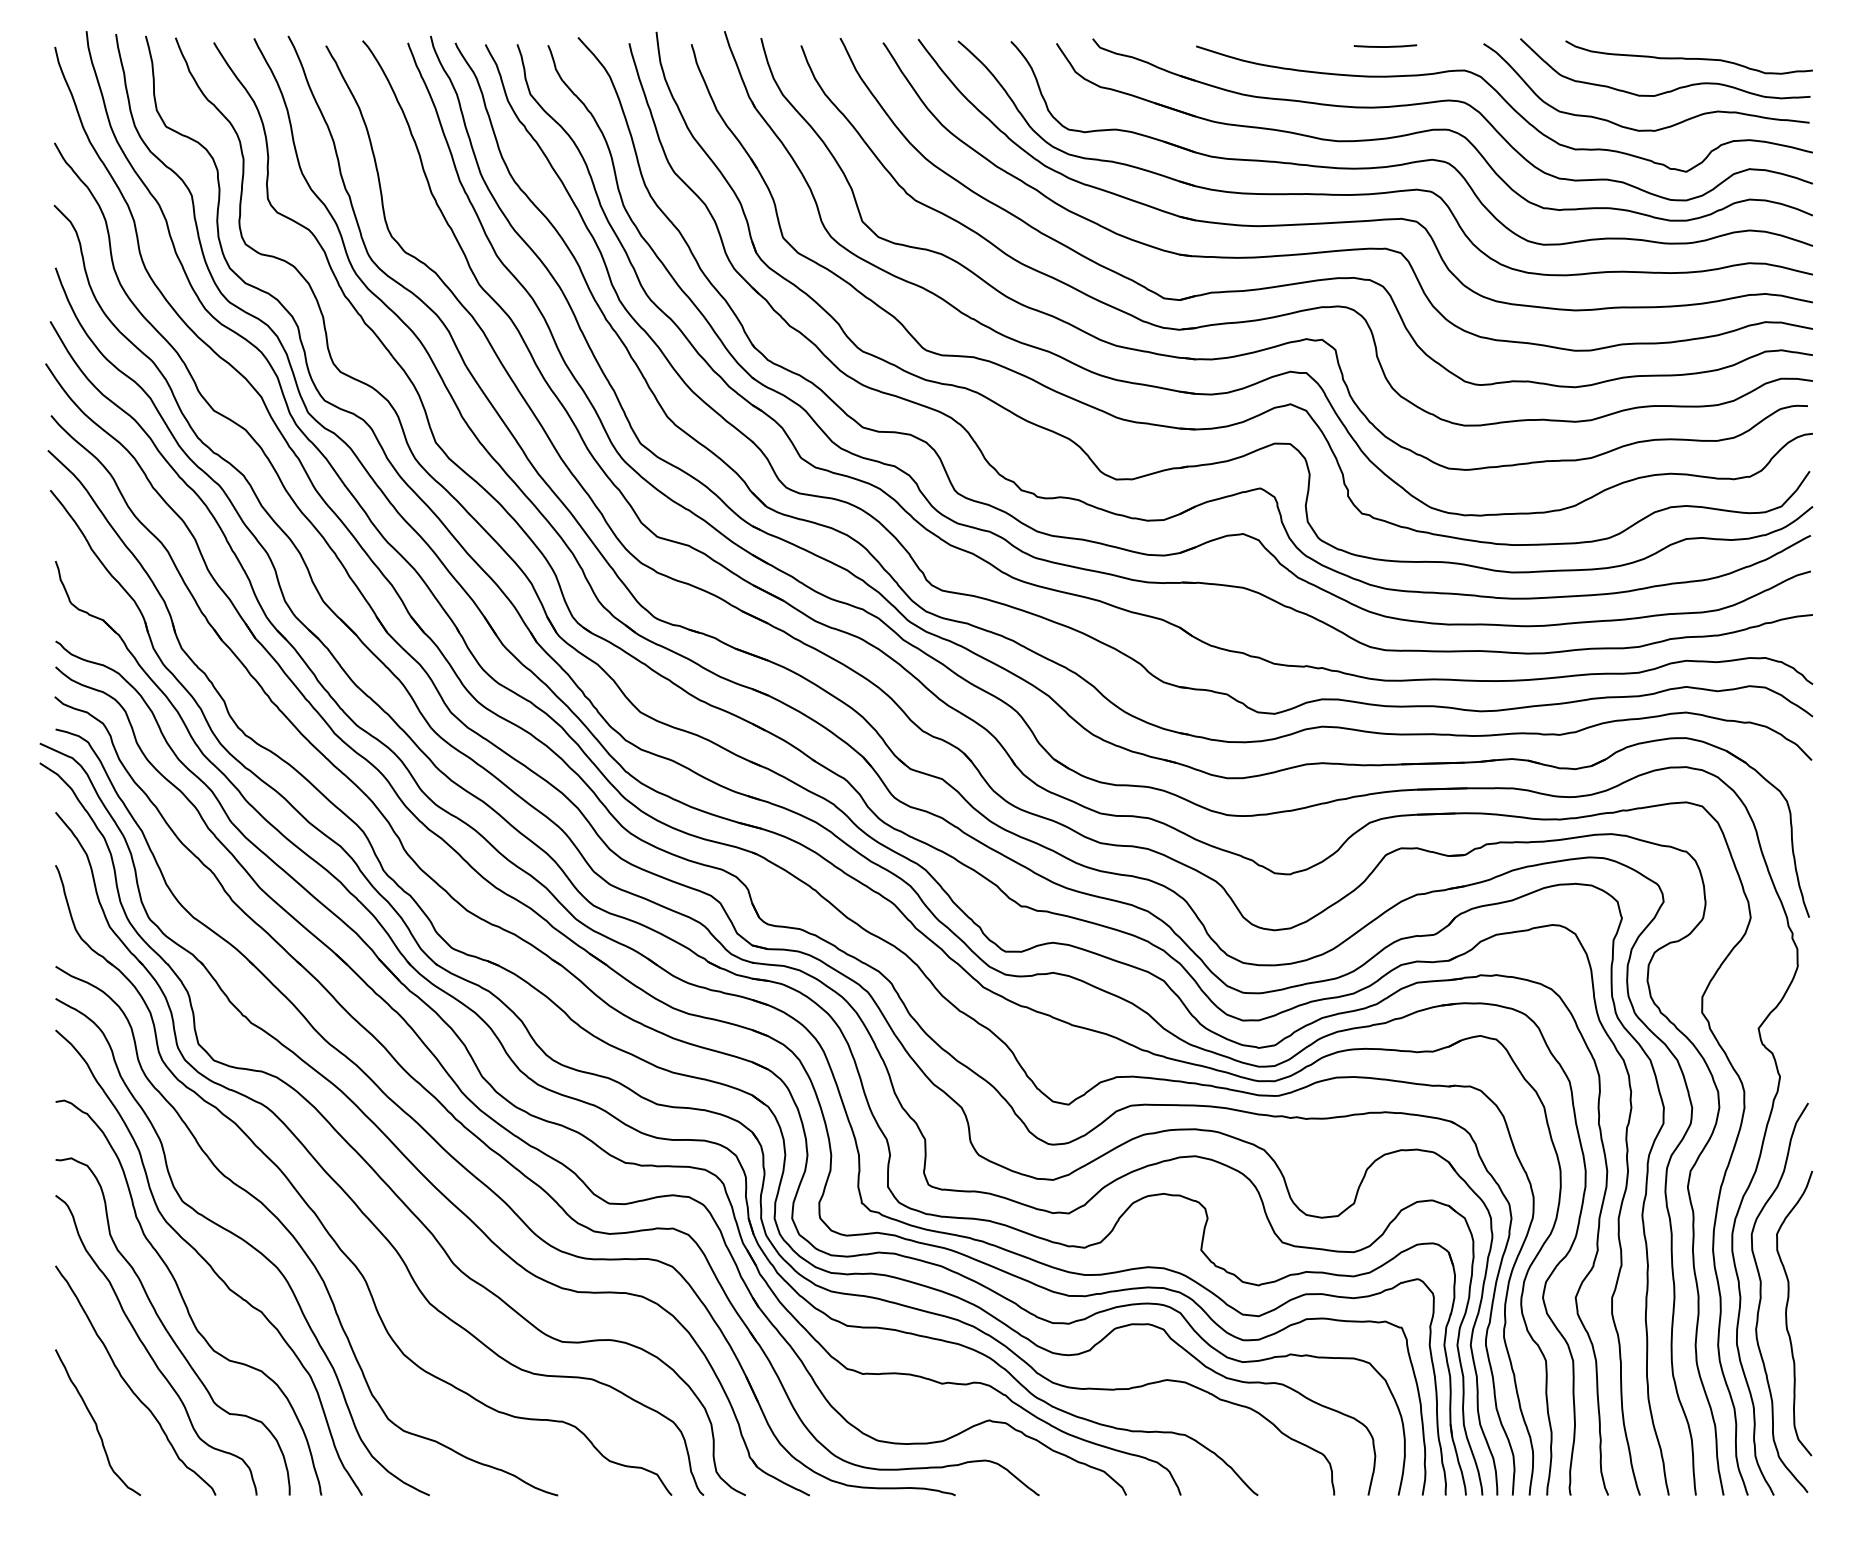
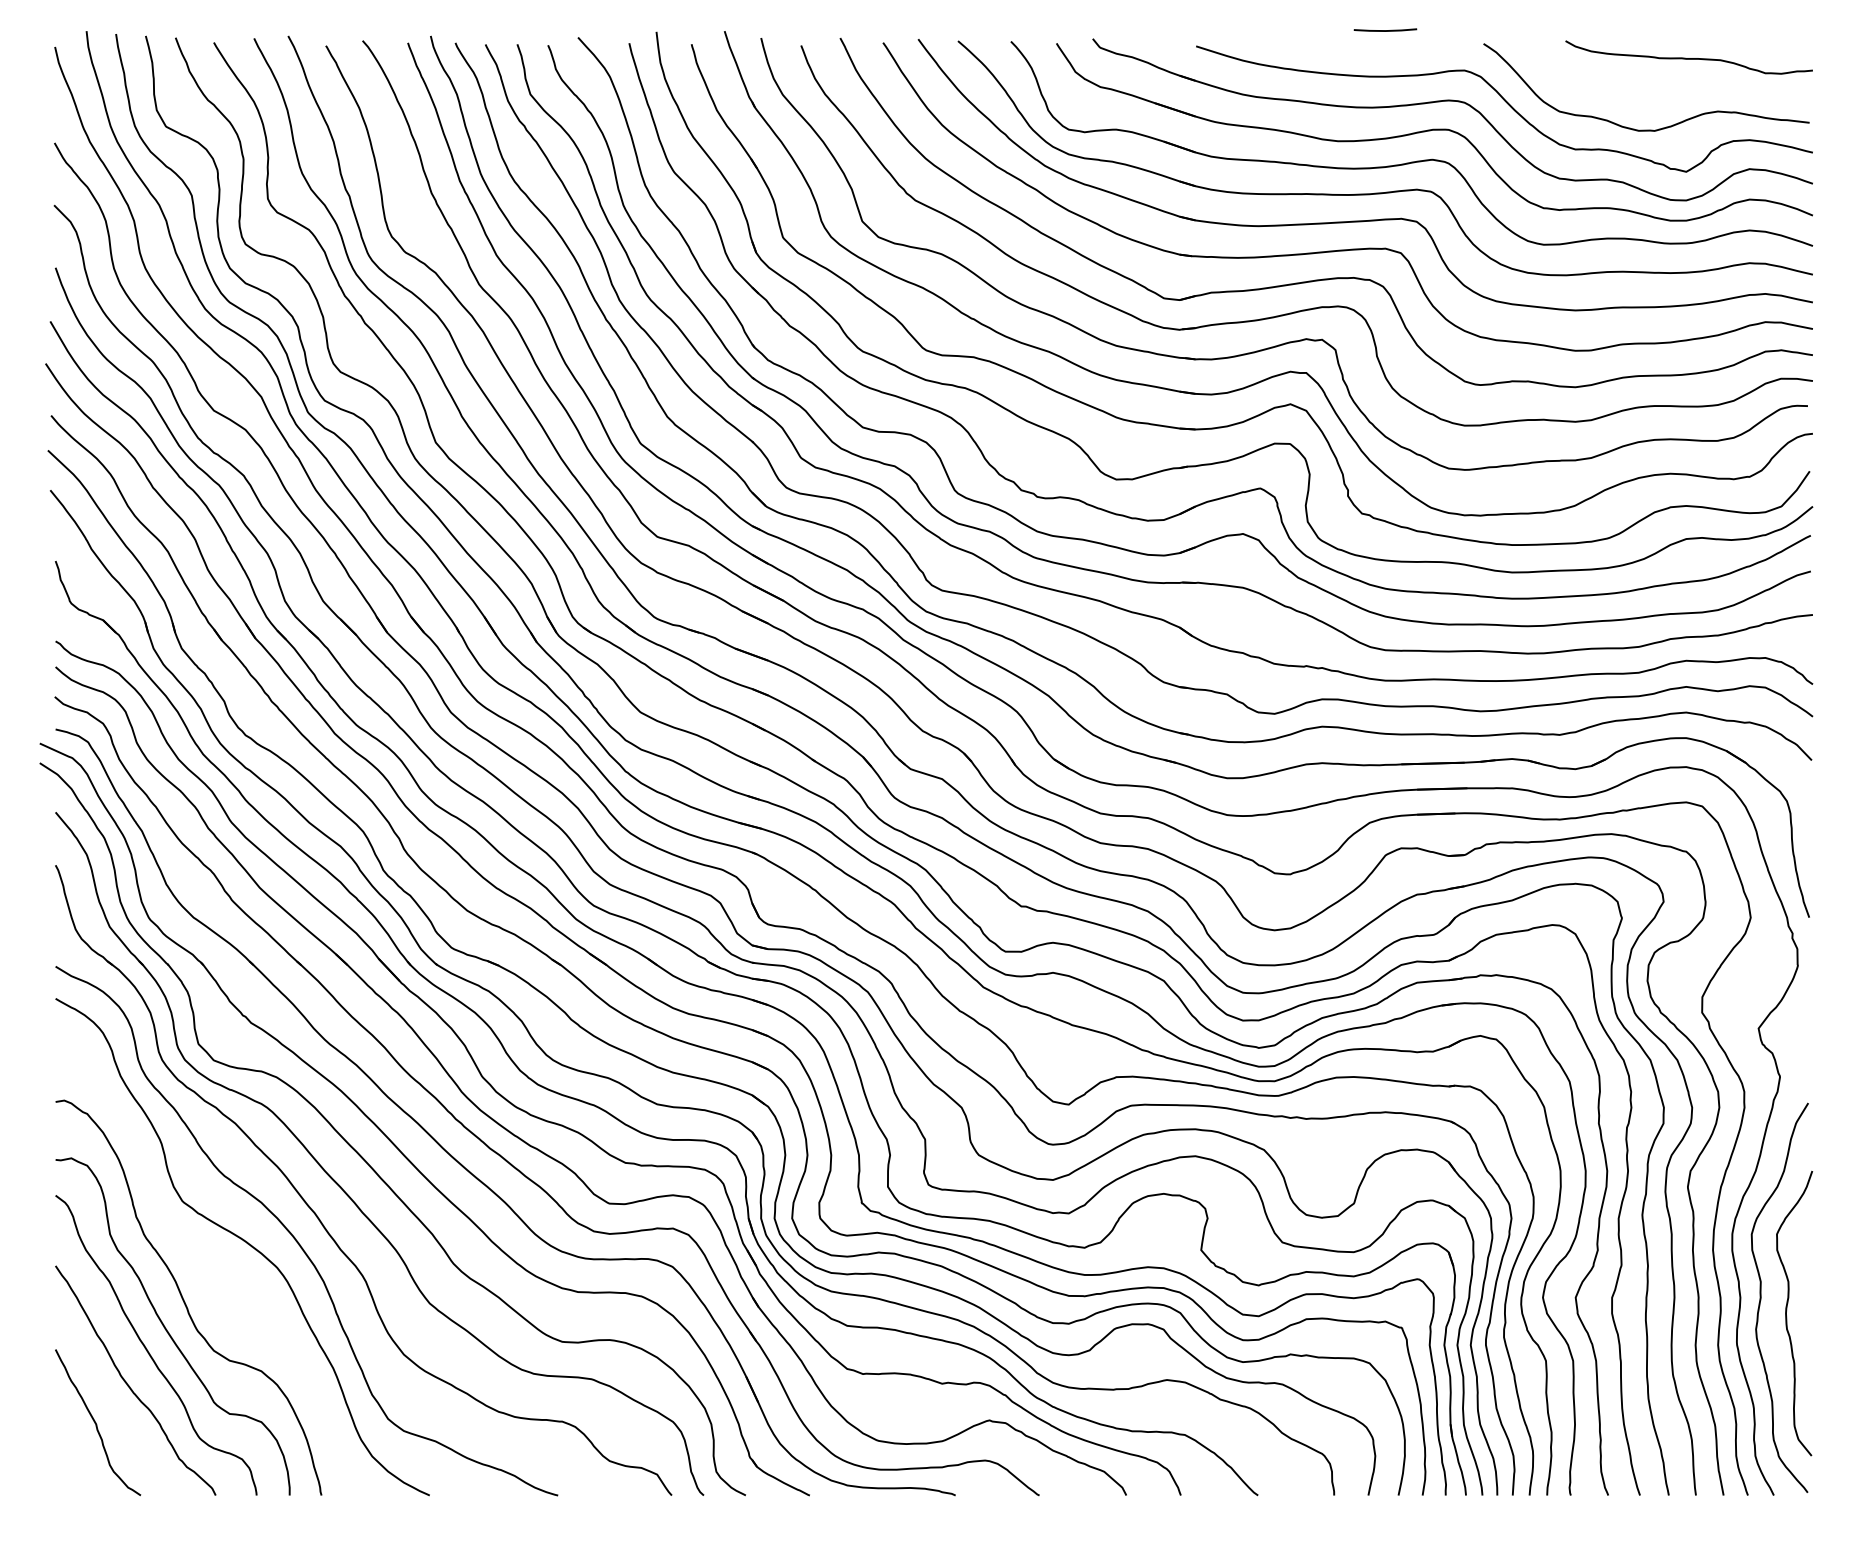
line at (1385, 46) position: (1385, 46) -> (1385, 30)
curve at (1672, 89): present -> none
curve at (208, 1262): present -> none
